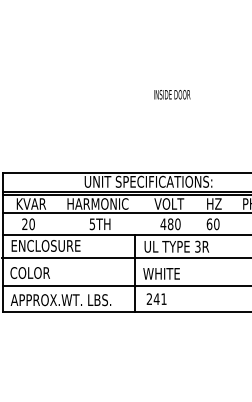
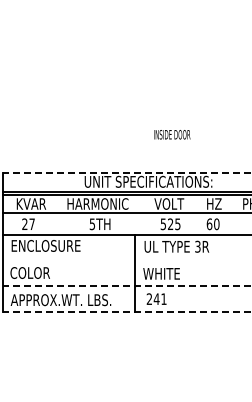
text at (172, 94) position: (172, 94) -> (172, 134)
line at (126, 172): solid -> dashed
text at (31, 224): 20 -> 27
text at (170, 224): 480 -> 525
line at (125, 258): present -> none
line at (126, 286): solid -> dashed
line at (126, 312): solid -> dashed
